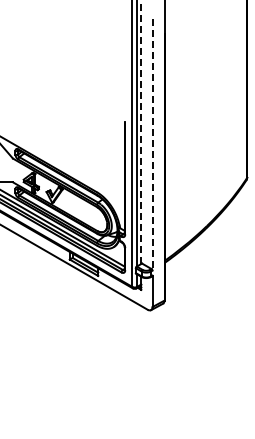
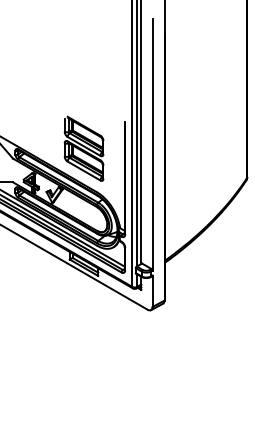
line at (141, 132): dashed -> solid
line at (152, 144): dashed -> solid
part at (83, 148): none -> present
